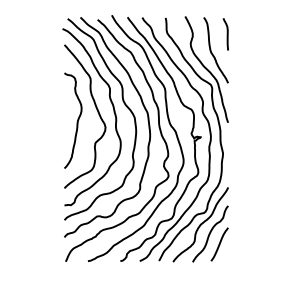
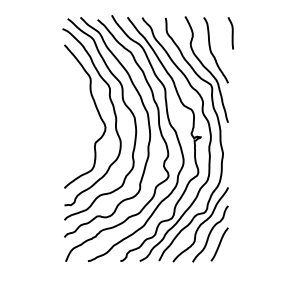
curve at (226, 34) position: (226, 34) -> (231, 33)
curve at (76, 121): present -> none
